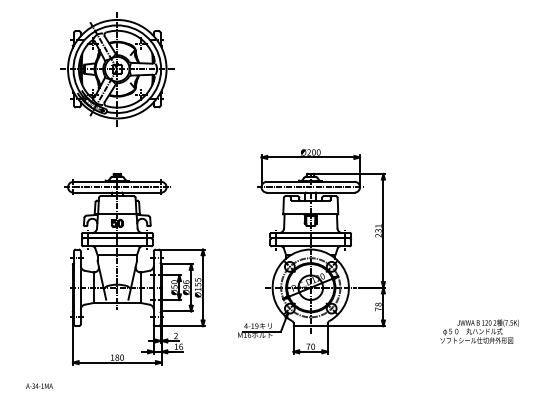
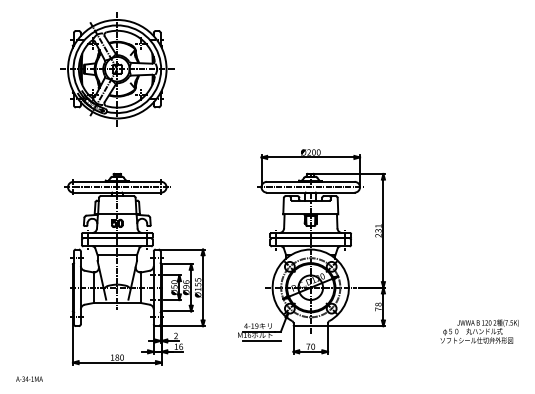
line at (261, 341): none -> present
text at (39, 385) position: (39, 385) -> (29, 378)
